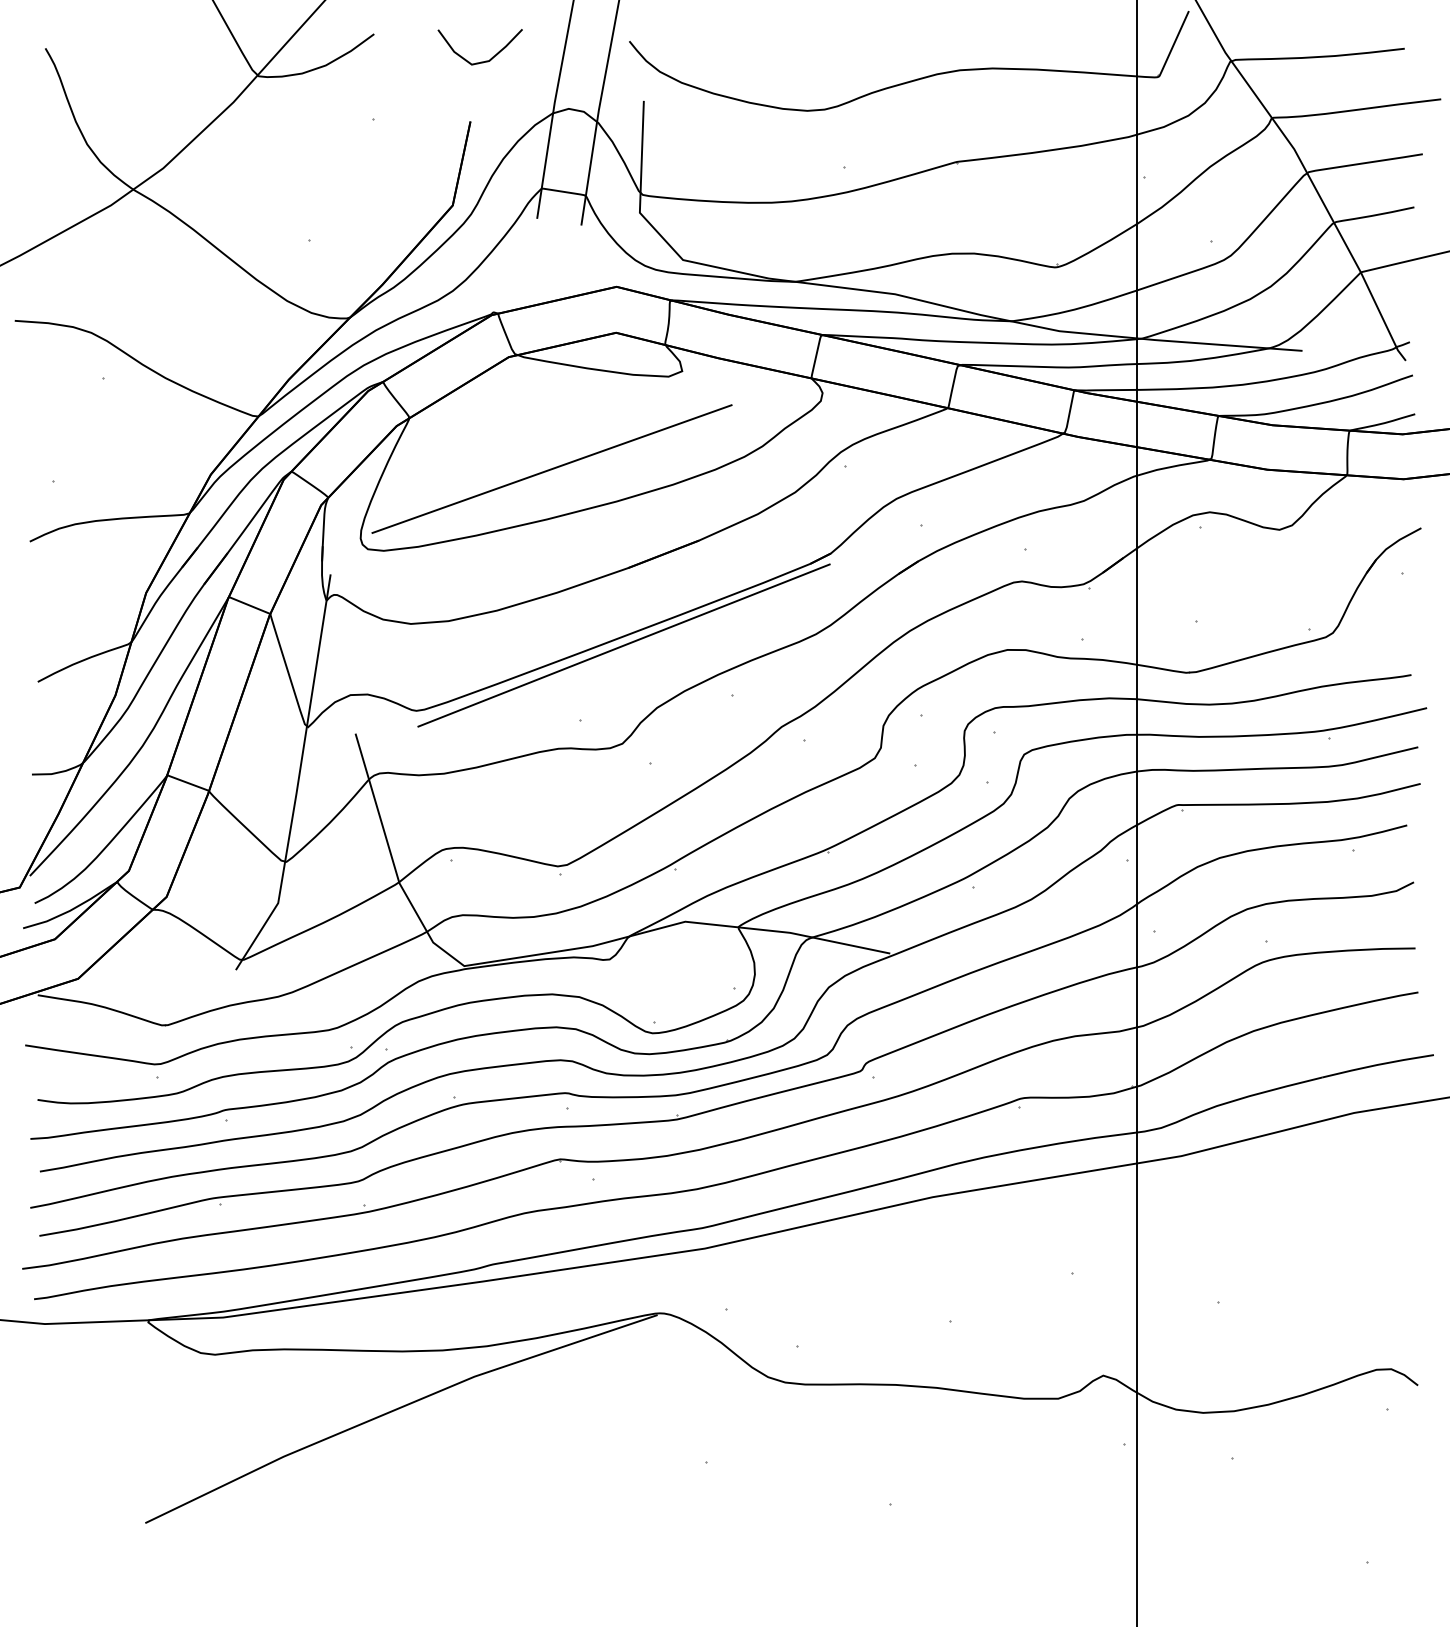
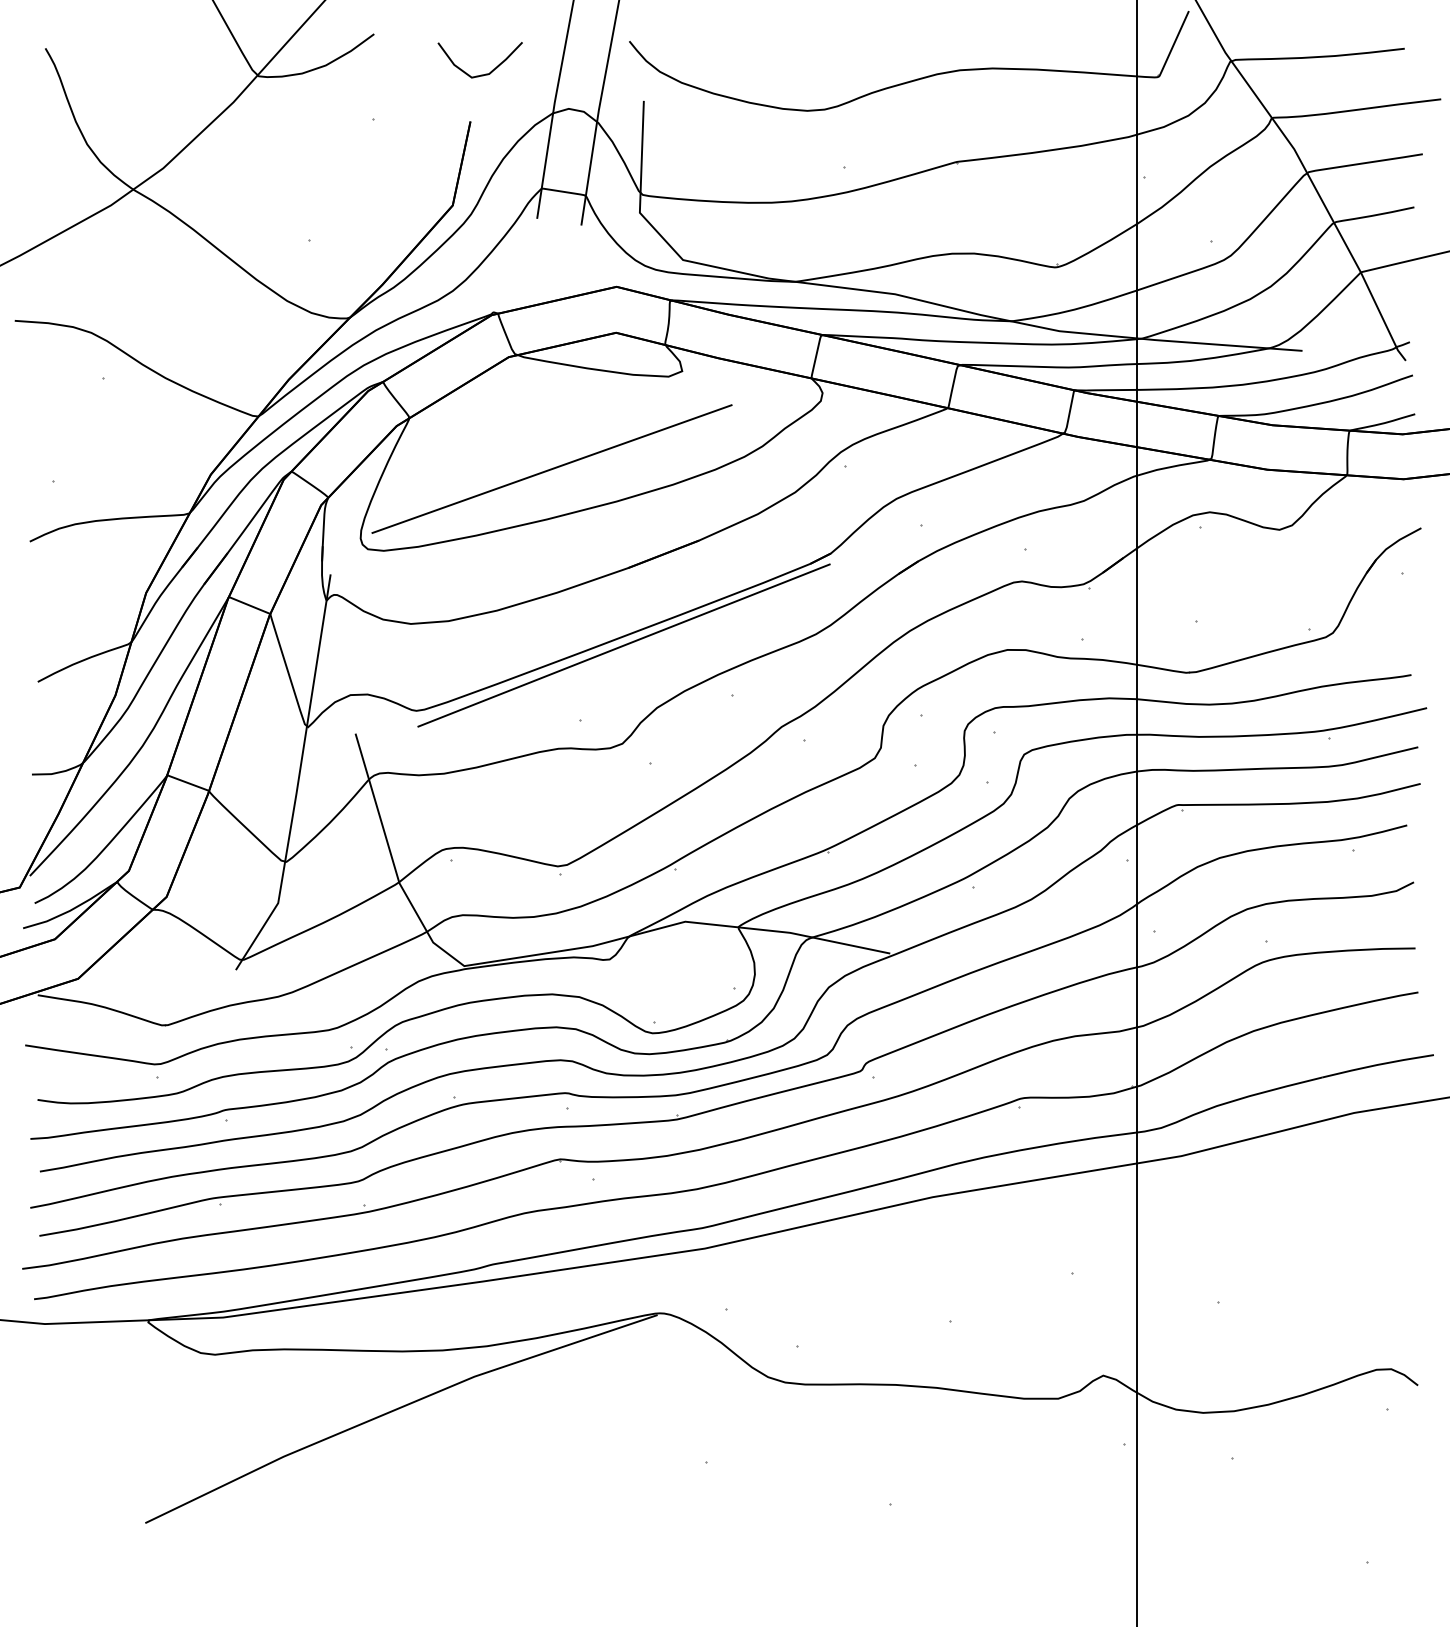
curve at (480, 61) position: (480, 61) -> (480, 74)
